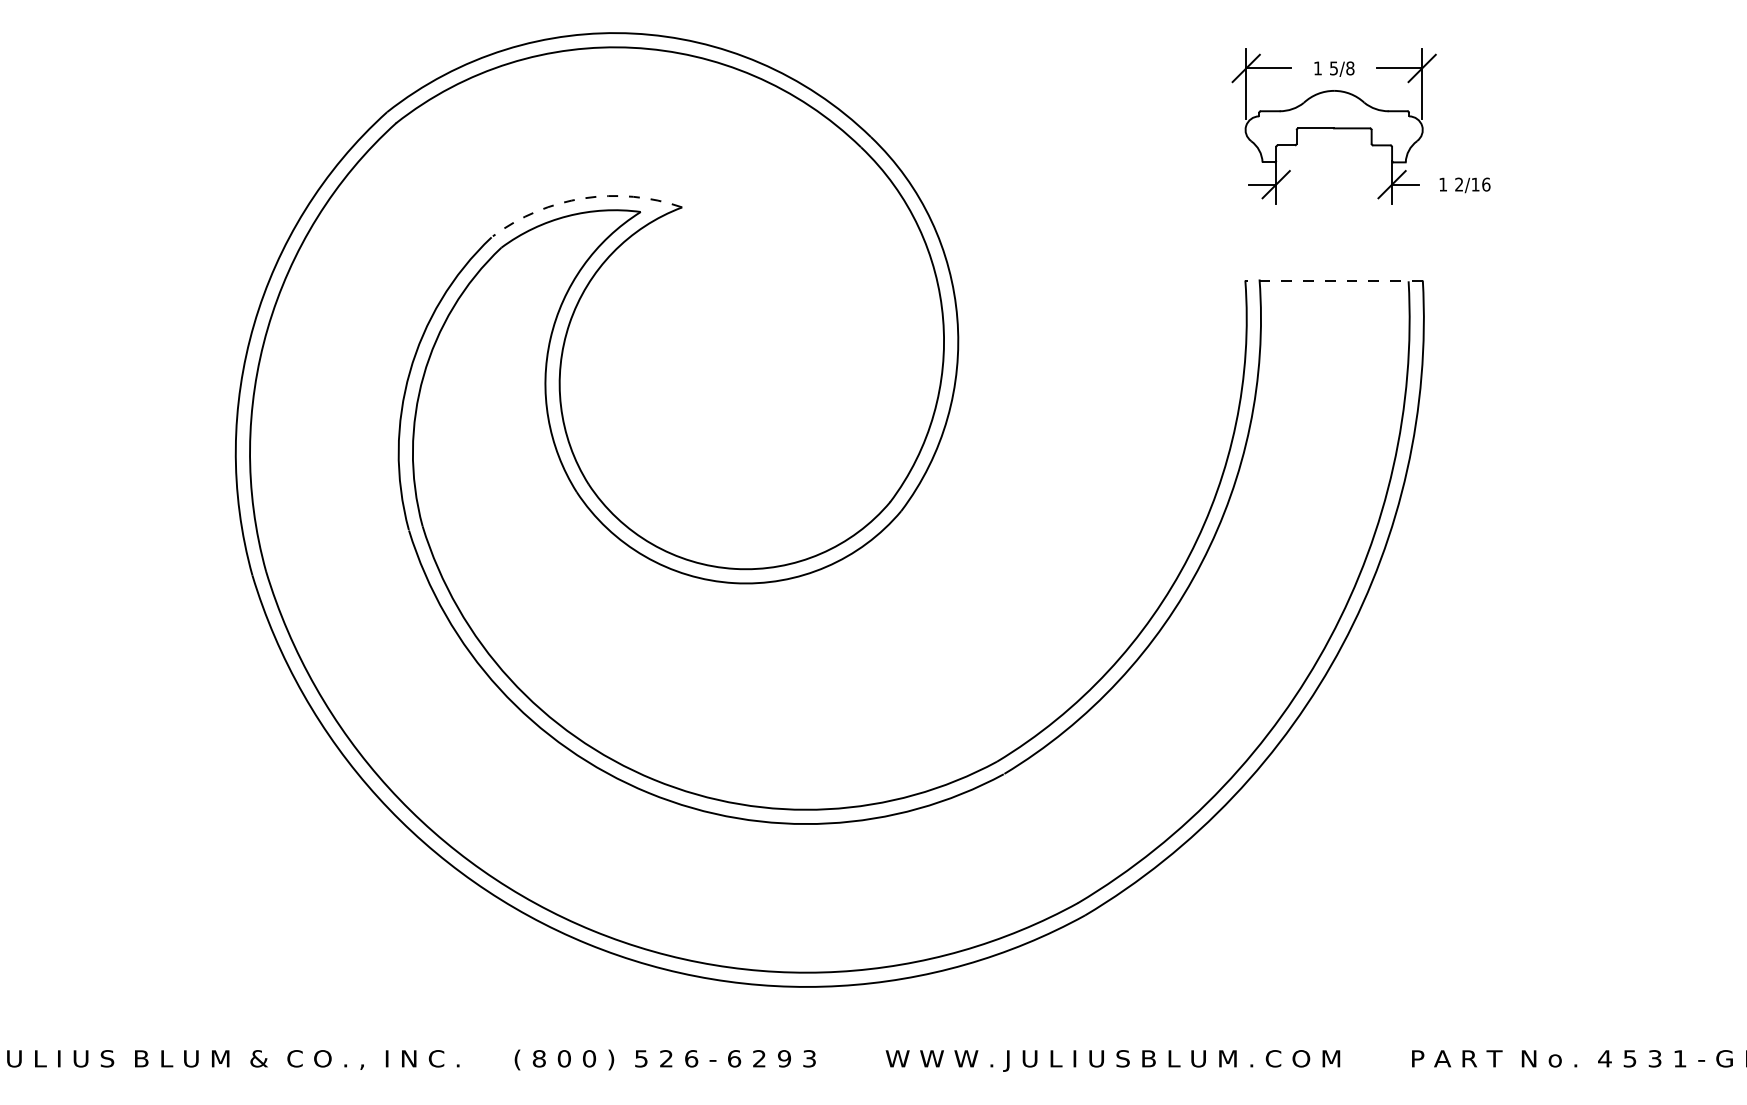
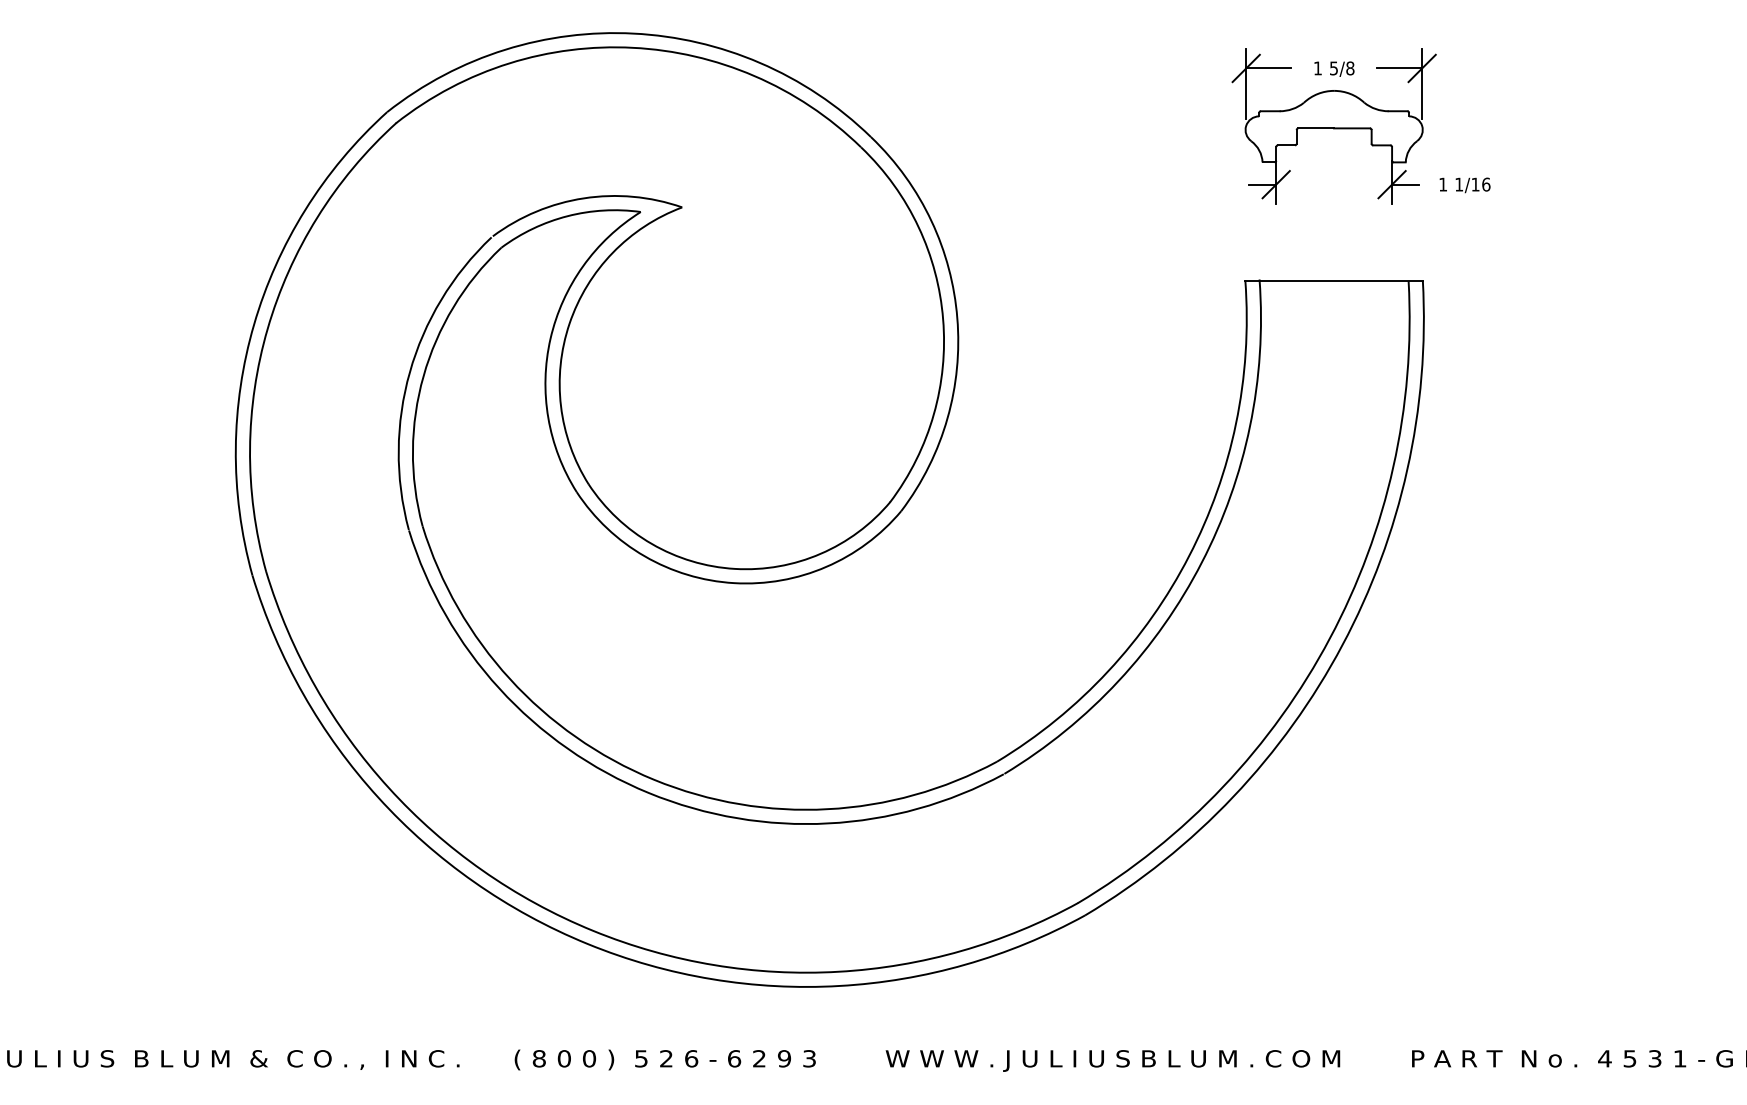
text at (1458, 184): 2/16 -> 1/16
arc at (583, 198): dashed -> solid
line at (1334, 280): dashed -> solid
